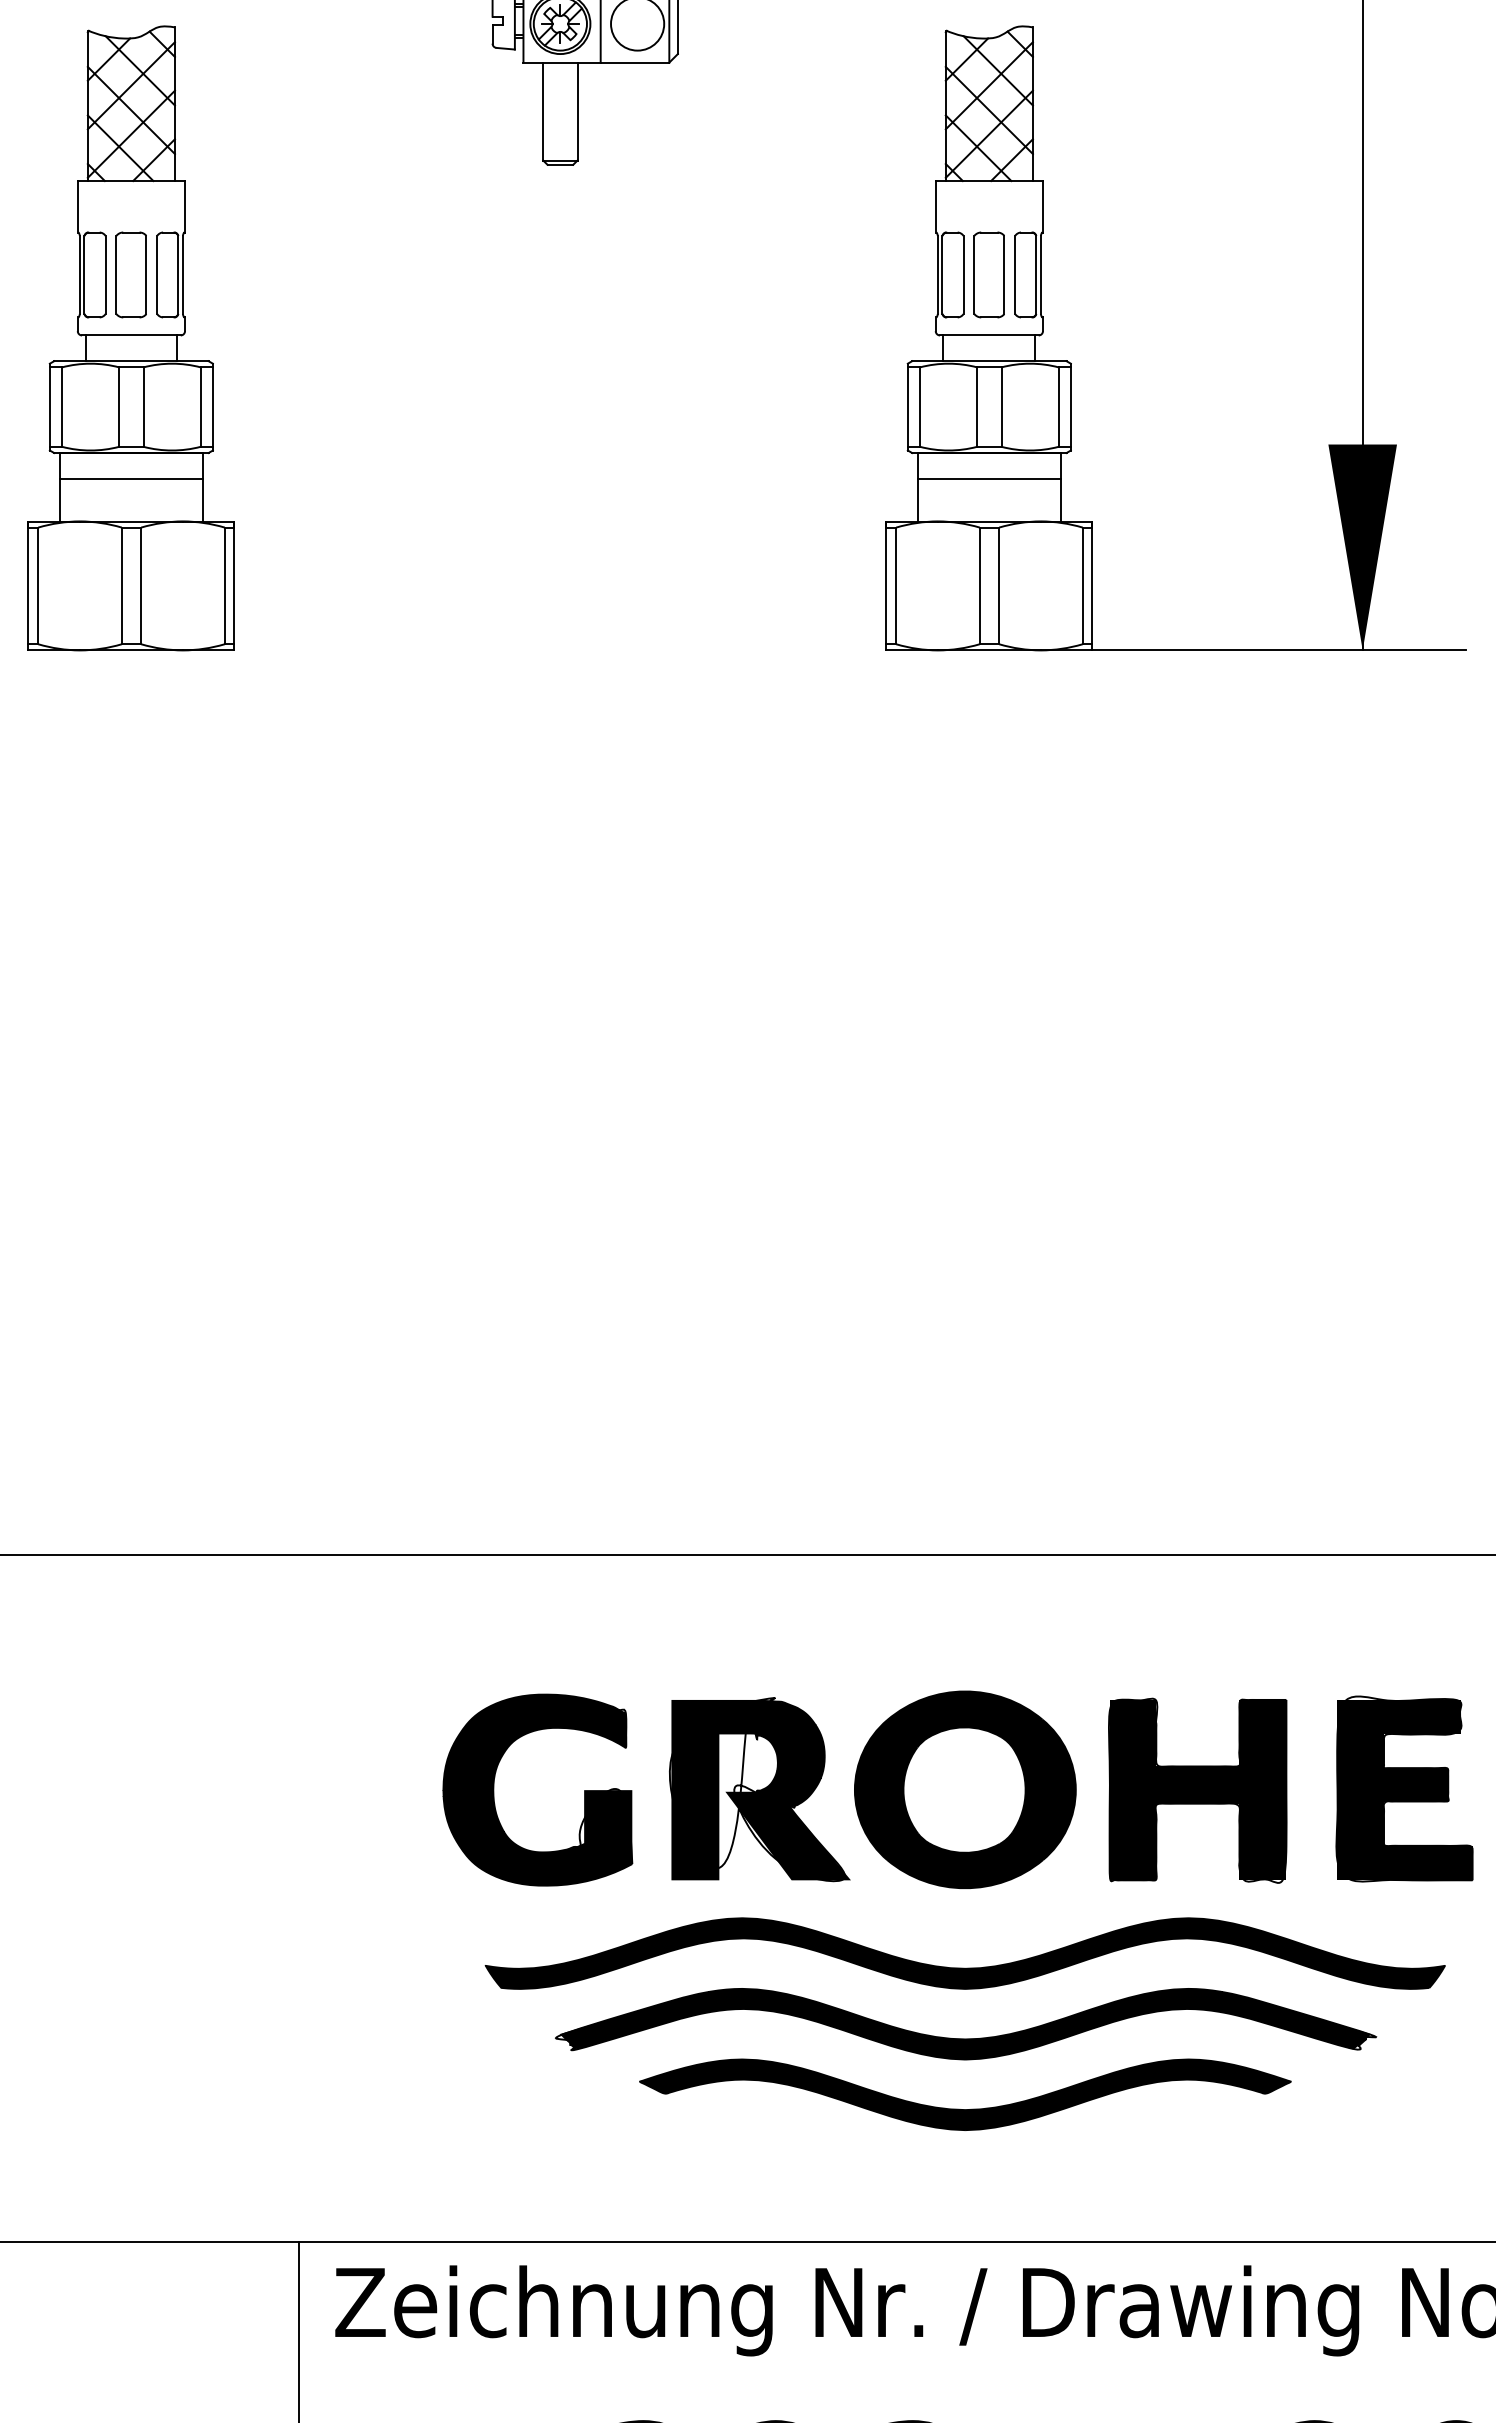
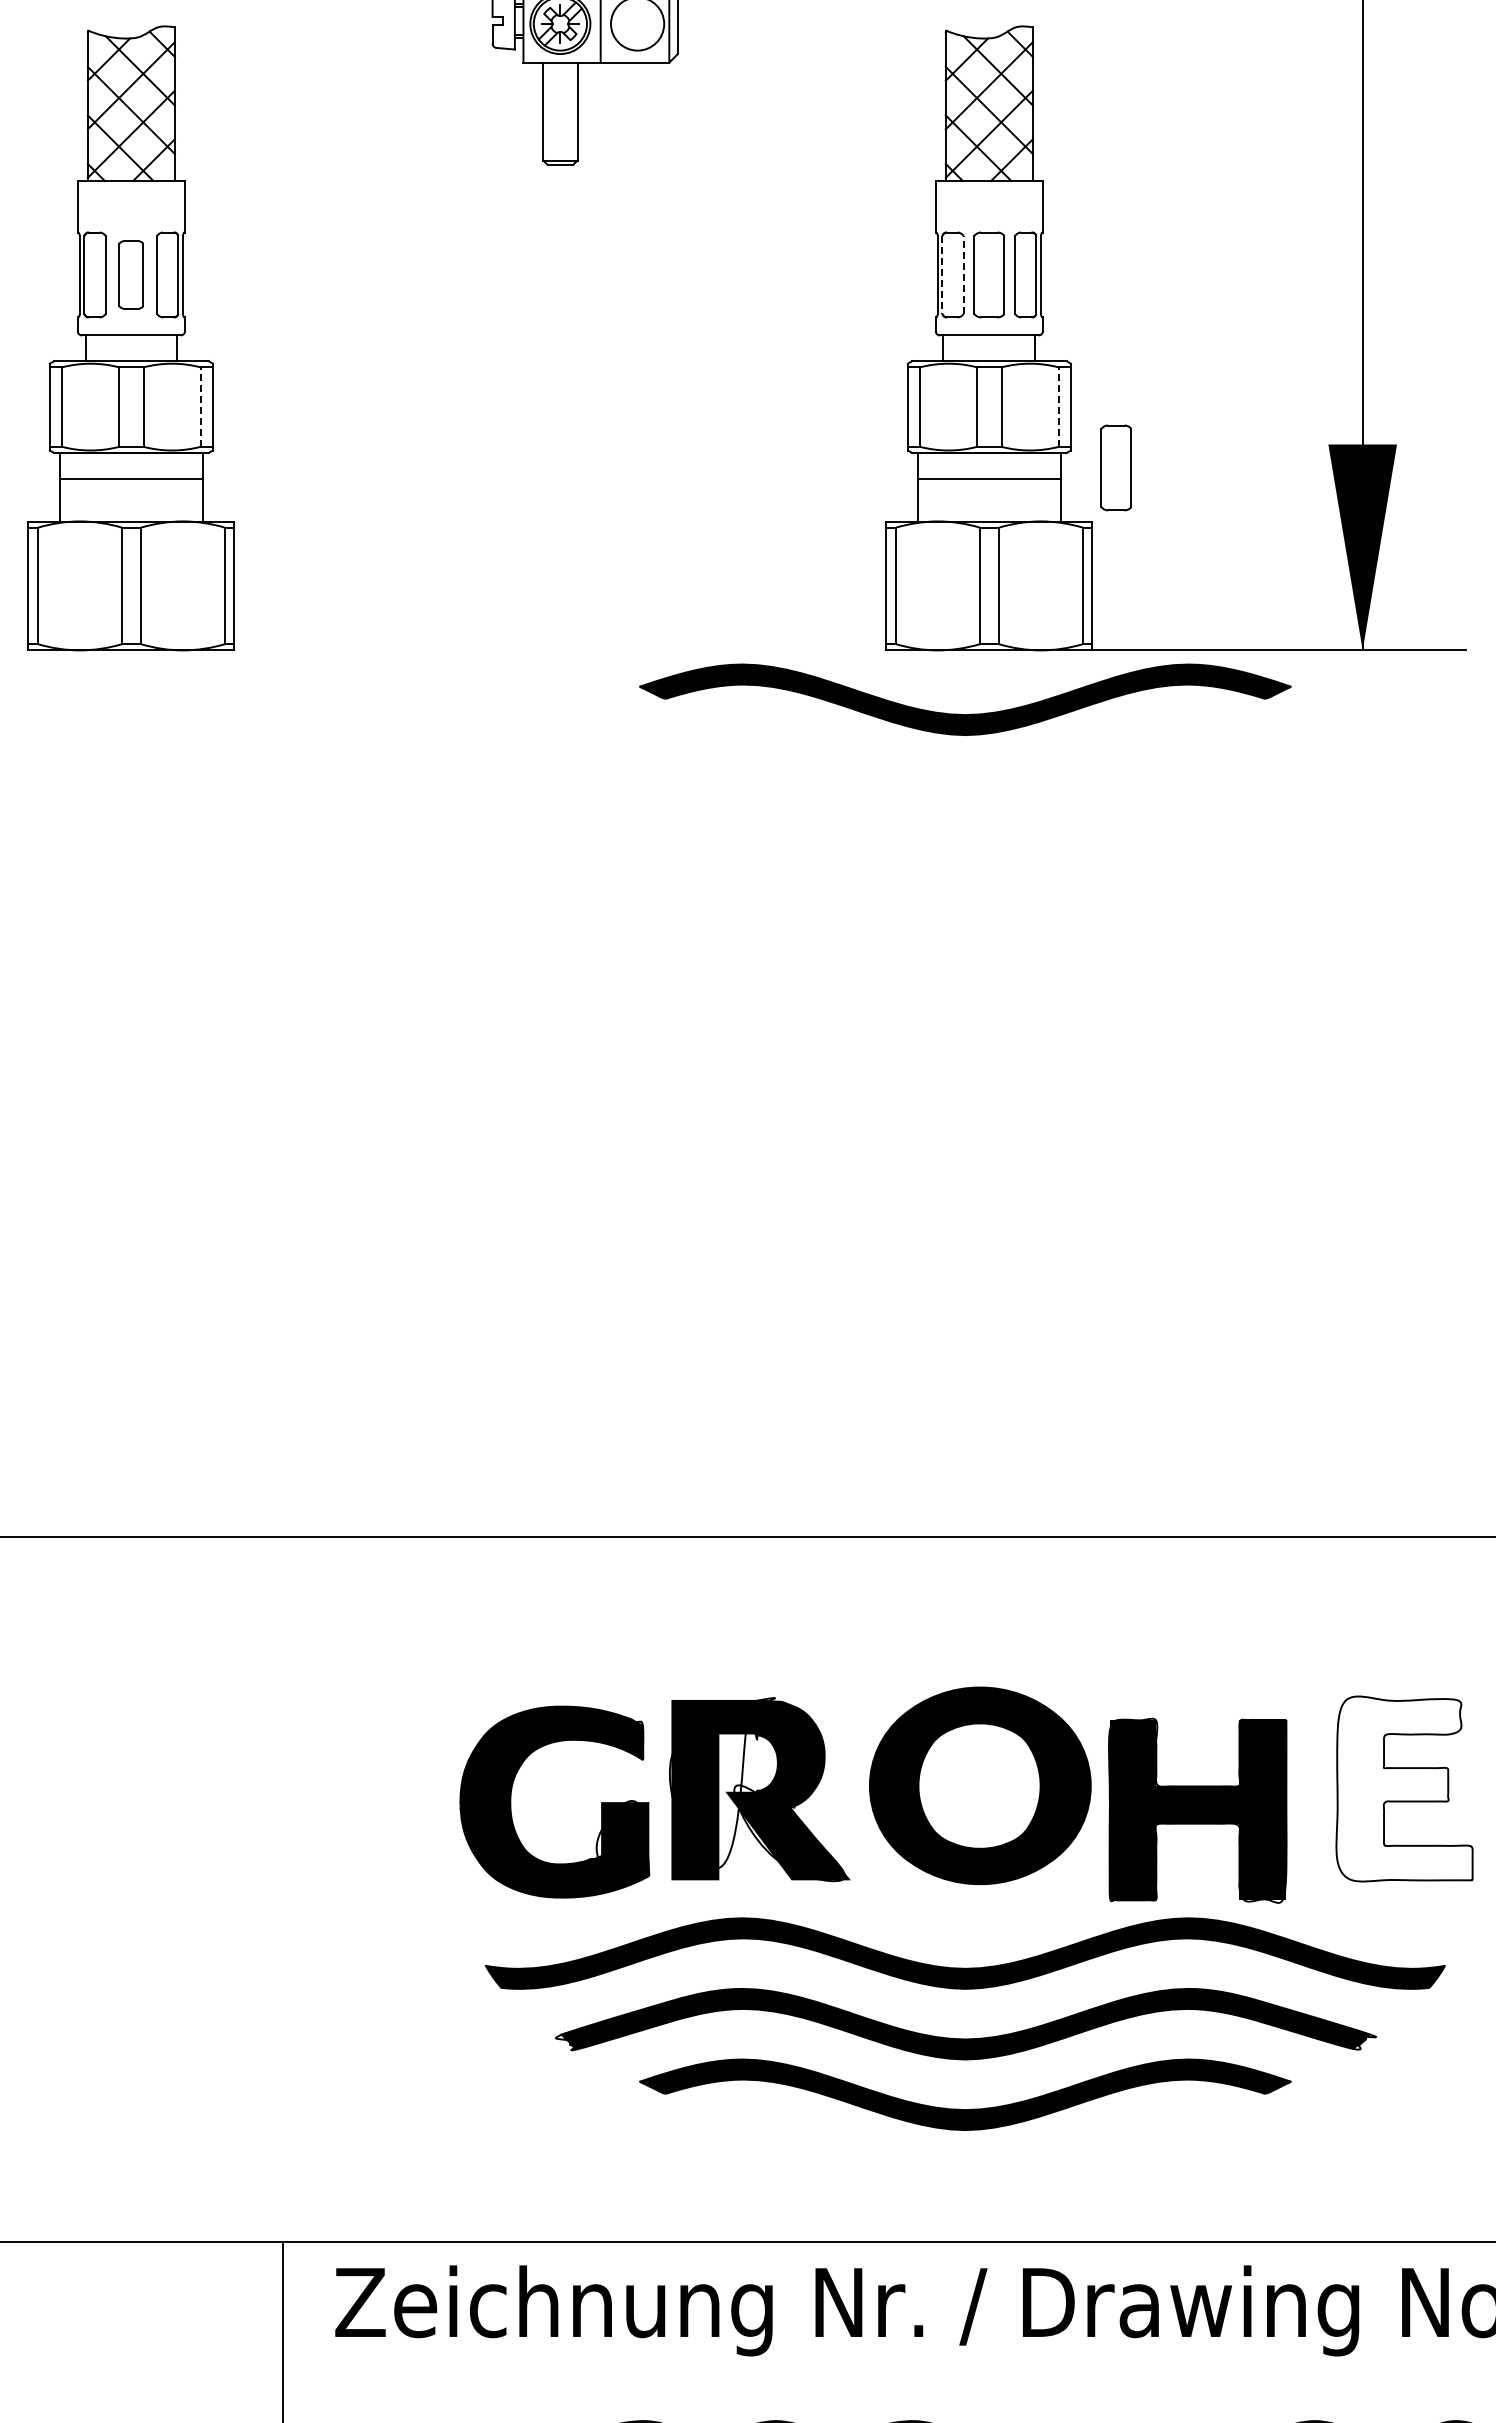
part at (130, 274) size: 32x88 px -> 26x70 px
line at (963, 274): solid -> dashed
line at (942, 275): solid -> dashed
line at (200, 407): solid -> dashed
line at (1058, 407): solid -> dashed
part at (1115, 467): none -> present
part at (965, 714): none -> present
line at (747, 1555) position: (747, 1555) -> (747, 1537)
part at (494, 1789) position: (494, 1789) -> (511, 1801)
part at (965, 1789) position: (965, 1789) -> (980, 1785)
fill at (1404, 1789): present -> none
part at (1197, 1790) position: (1197, 1790) -> (1197, 1810)
line at (298, 2330) position: (298, 2330) -> (282, 2330)
